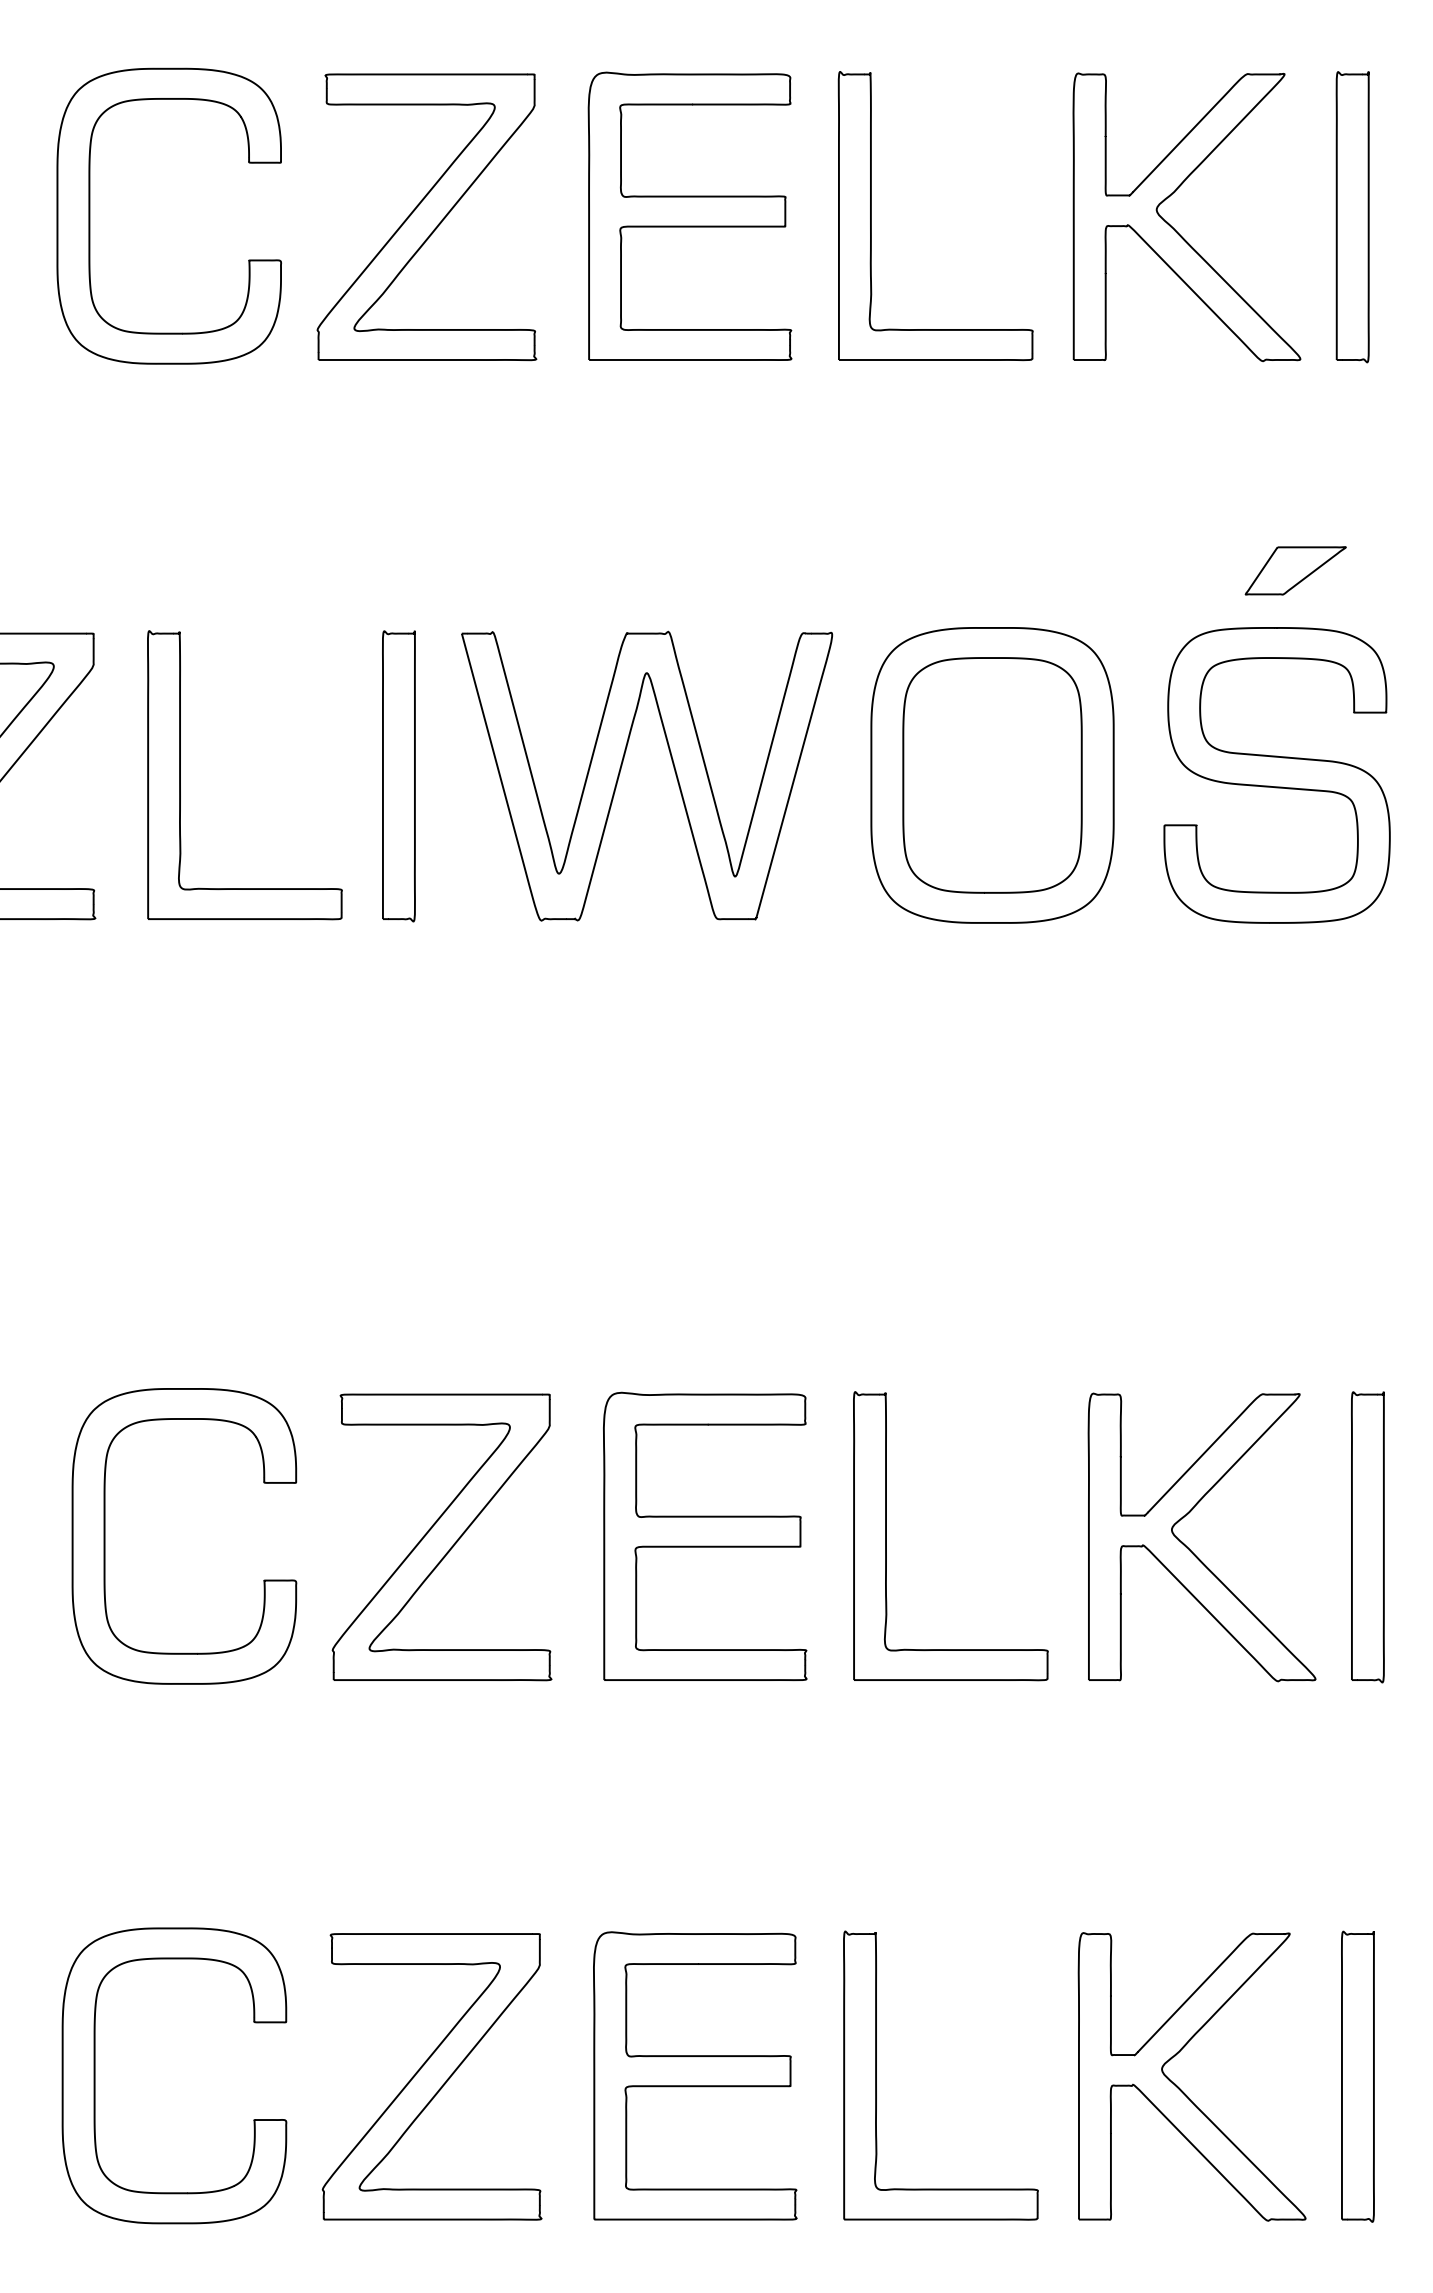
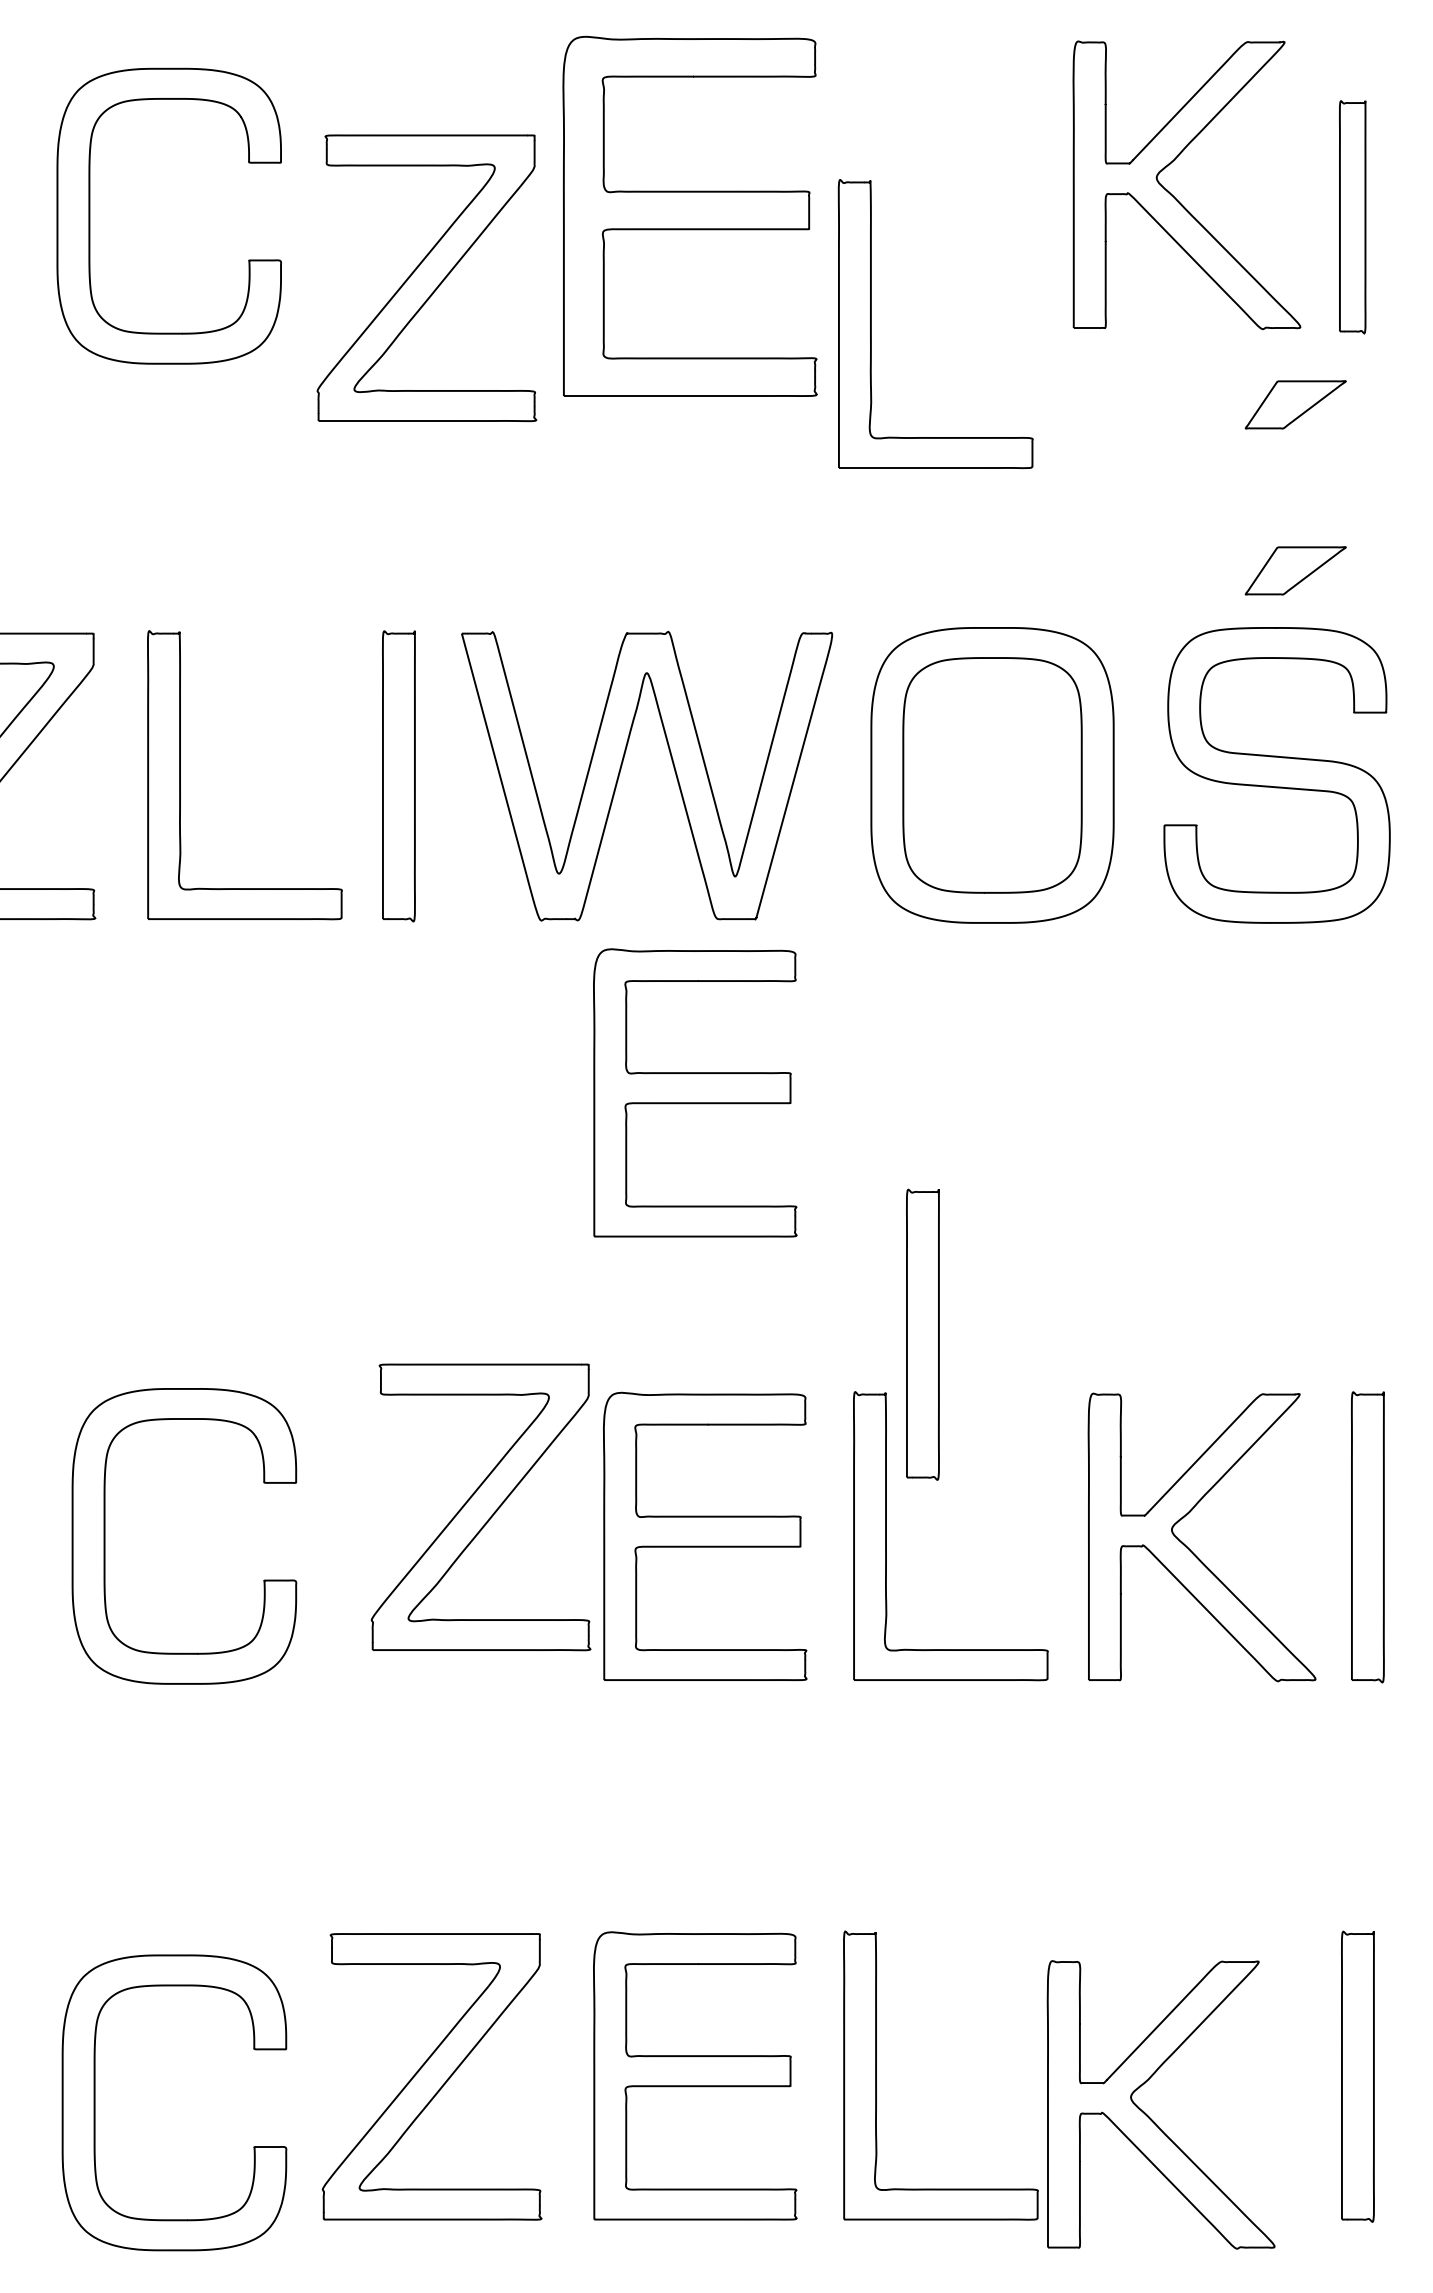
part at (689, 215) size: 206x290 px -> 256x361 px
part at (871, 216) position: (871, 216) -> (871, 324)
part at (426, 217) position: (426, 217) -> (426, 278)
part at (1352, 217) size: 35x293 px -> 28x235 px
part at (1174, 228) position: (1174, 228) -> (1174, 196)
part at (1295, 404): none -> present
part at (695, 1092): none -> present
part at (922, 1334): none -> present
part at (441, 1537) position: (441, 1537) -> (480, 1507)
part at (95, 2075) position: (95, 2075) -> (95, 2102)
part at (1179, 2087) position: (1179, 2087) -> (1148, 2115)
